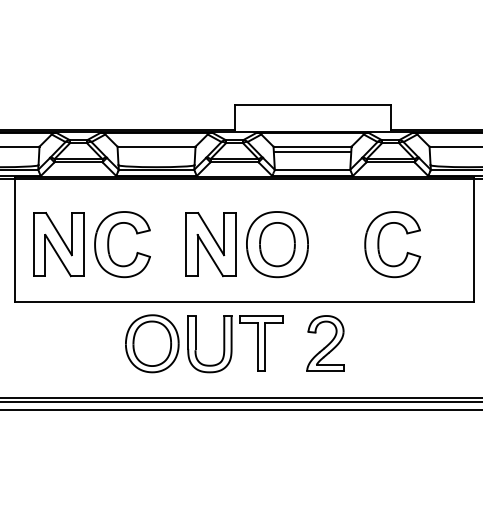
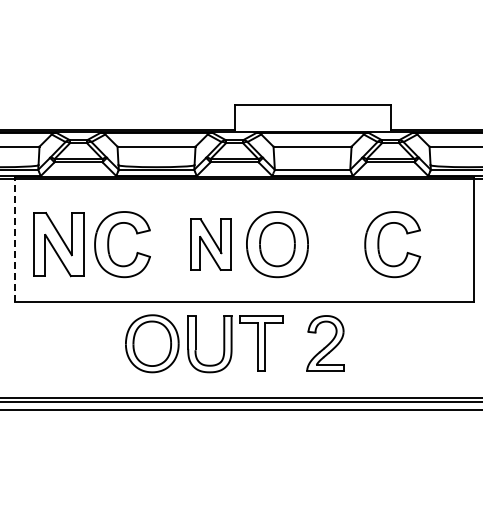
line at (312, 152): present -> none
line at (15, 239): solid -> dashed
part at (210, 244) size: 52x66 px -> 42x53 px
